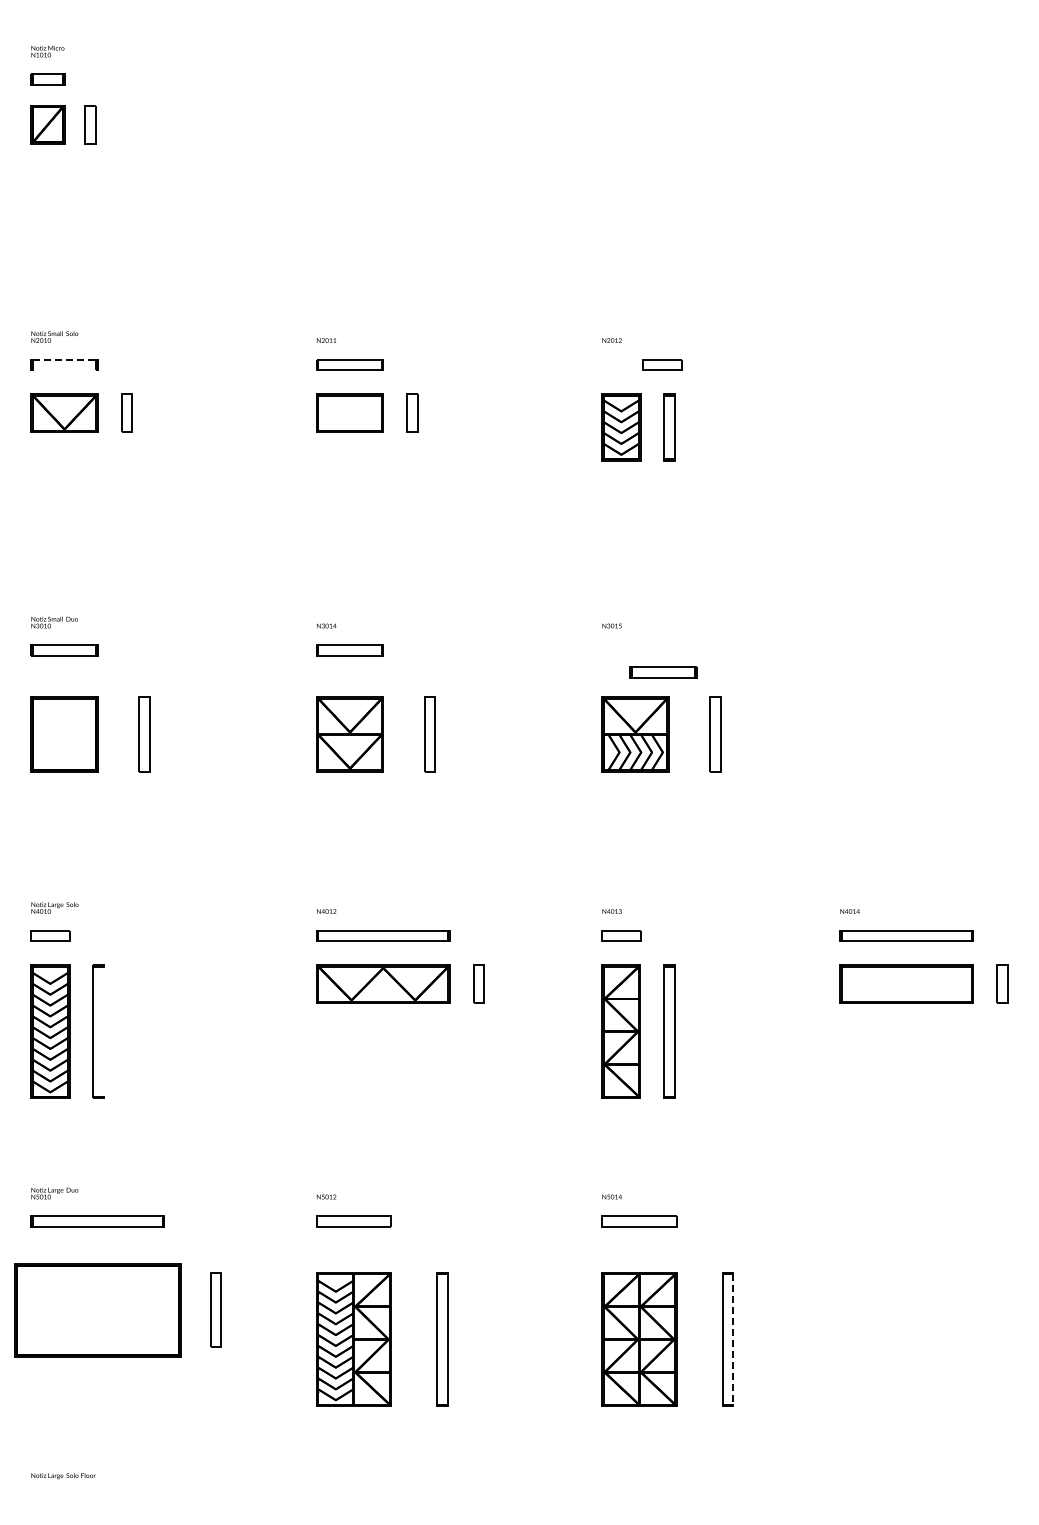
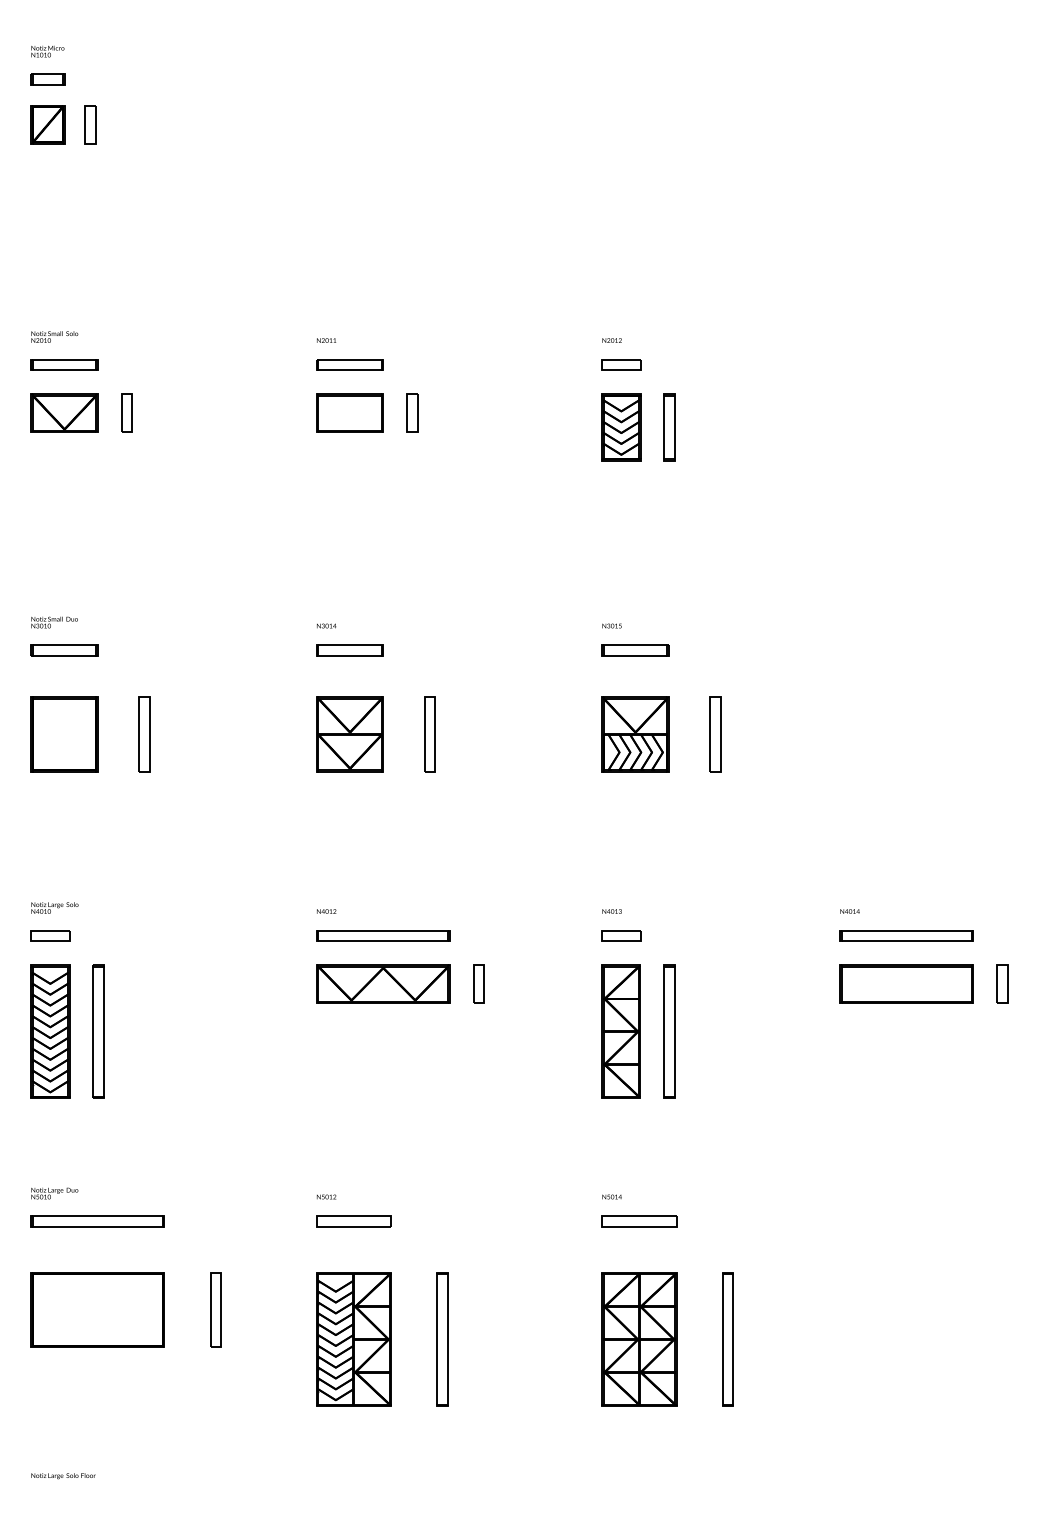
line at (64, 359): dashed -> solid
part at (662, 364) position: (662, 364) -> (621, 364)
line at (64, 370): none -> present
part at (663, 672) position: (663, 672) -> (635, 650)
line at (103, 1031): none -> present
part at (97, 1310) size: 168x95 px -> 135x76 px
line at (733, 1340): dashed -> solid
